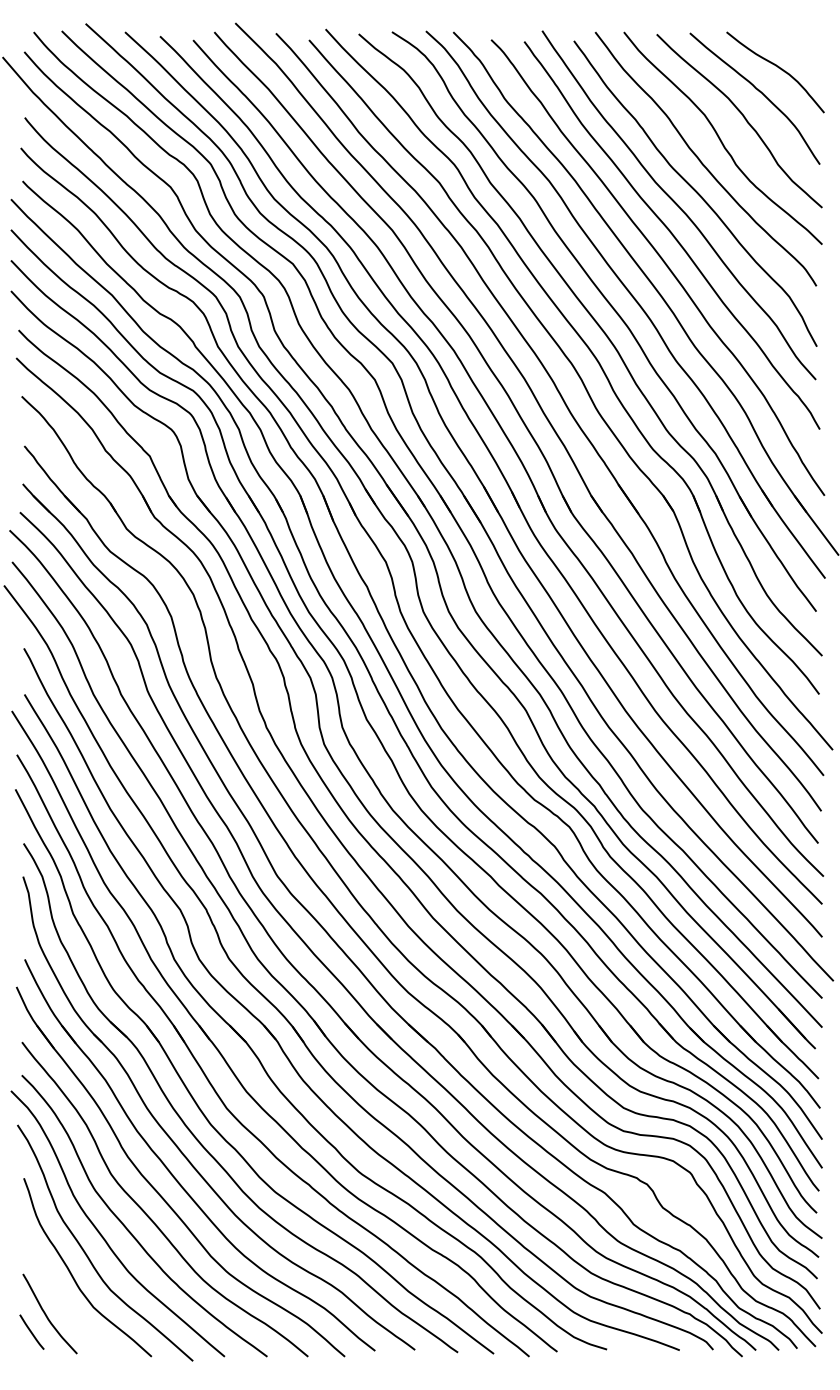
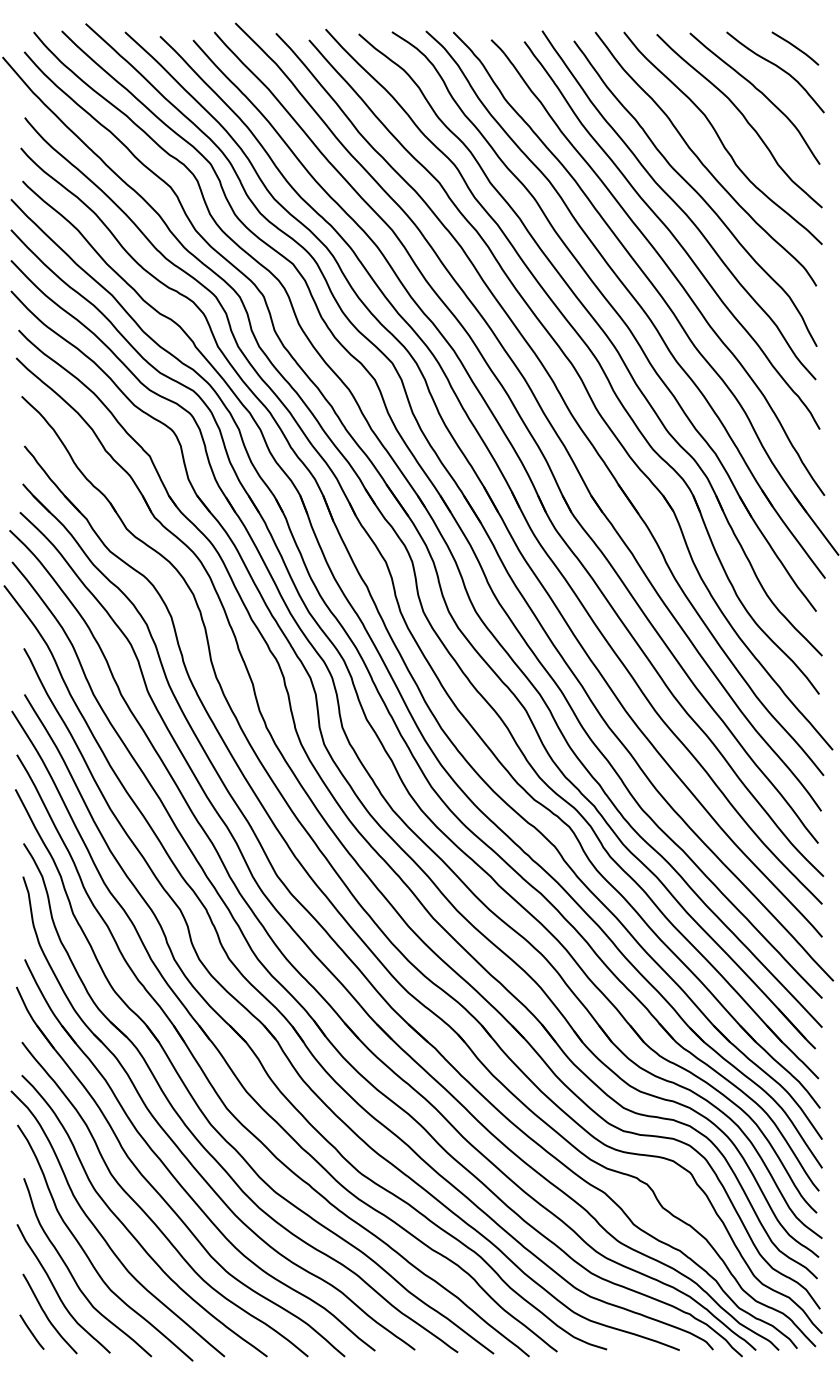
line at (795, 48): none -> present
curve at (57, 1291): none -> present
